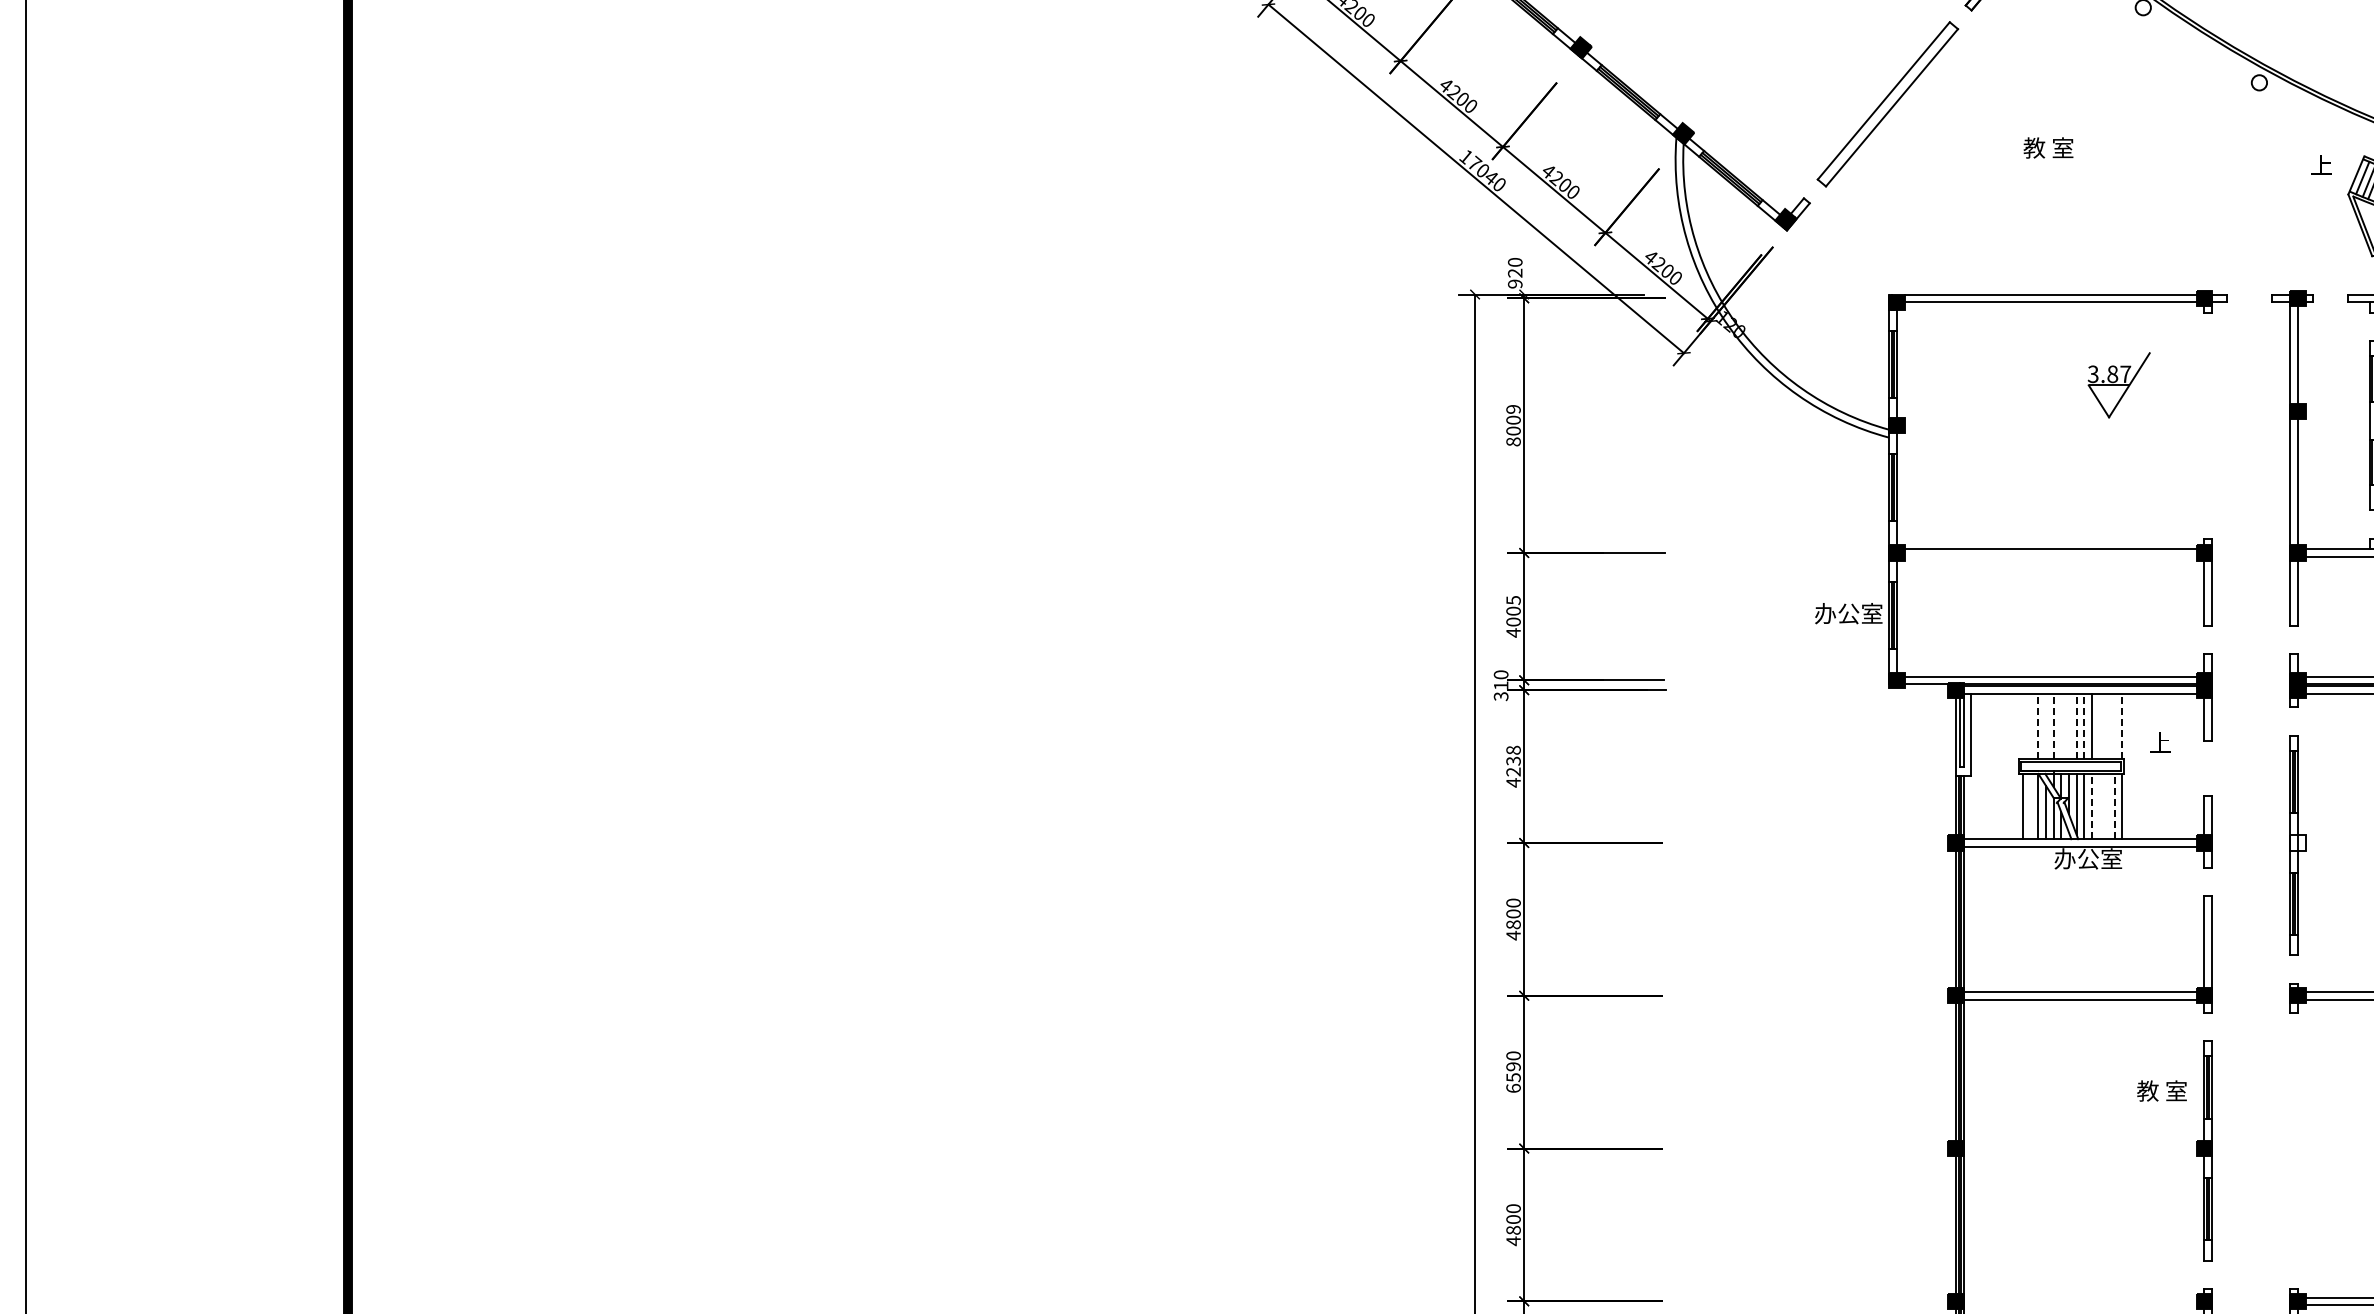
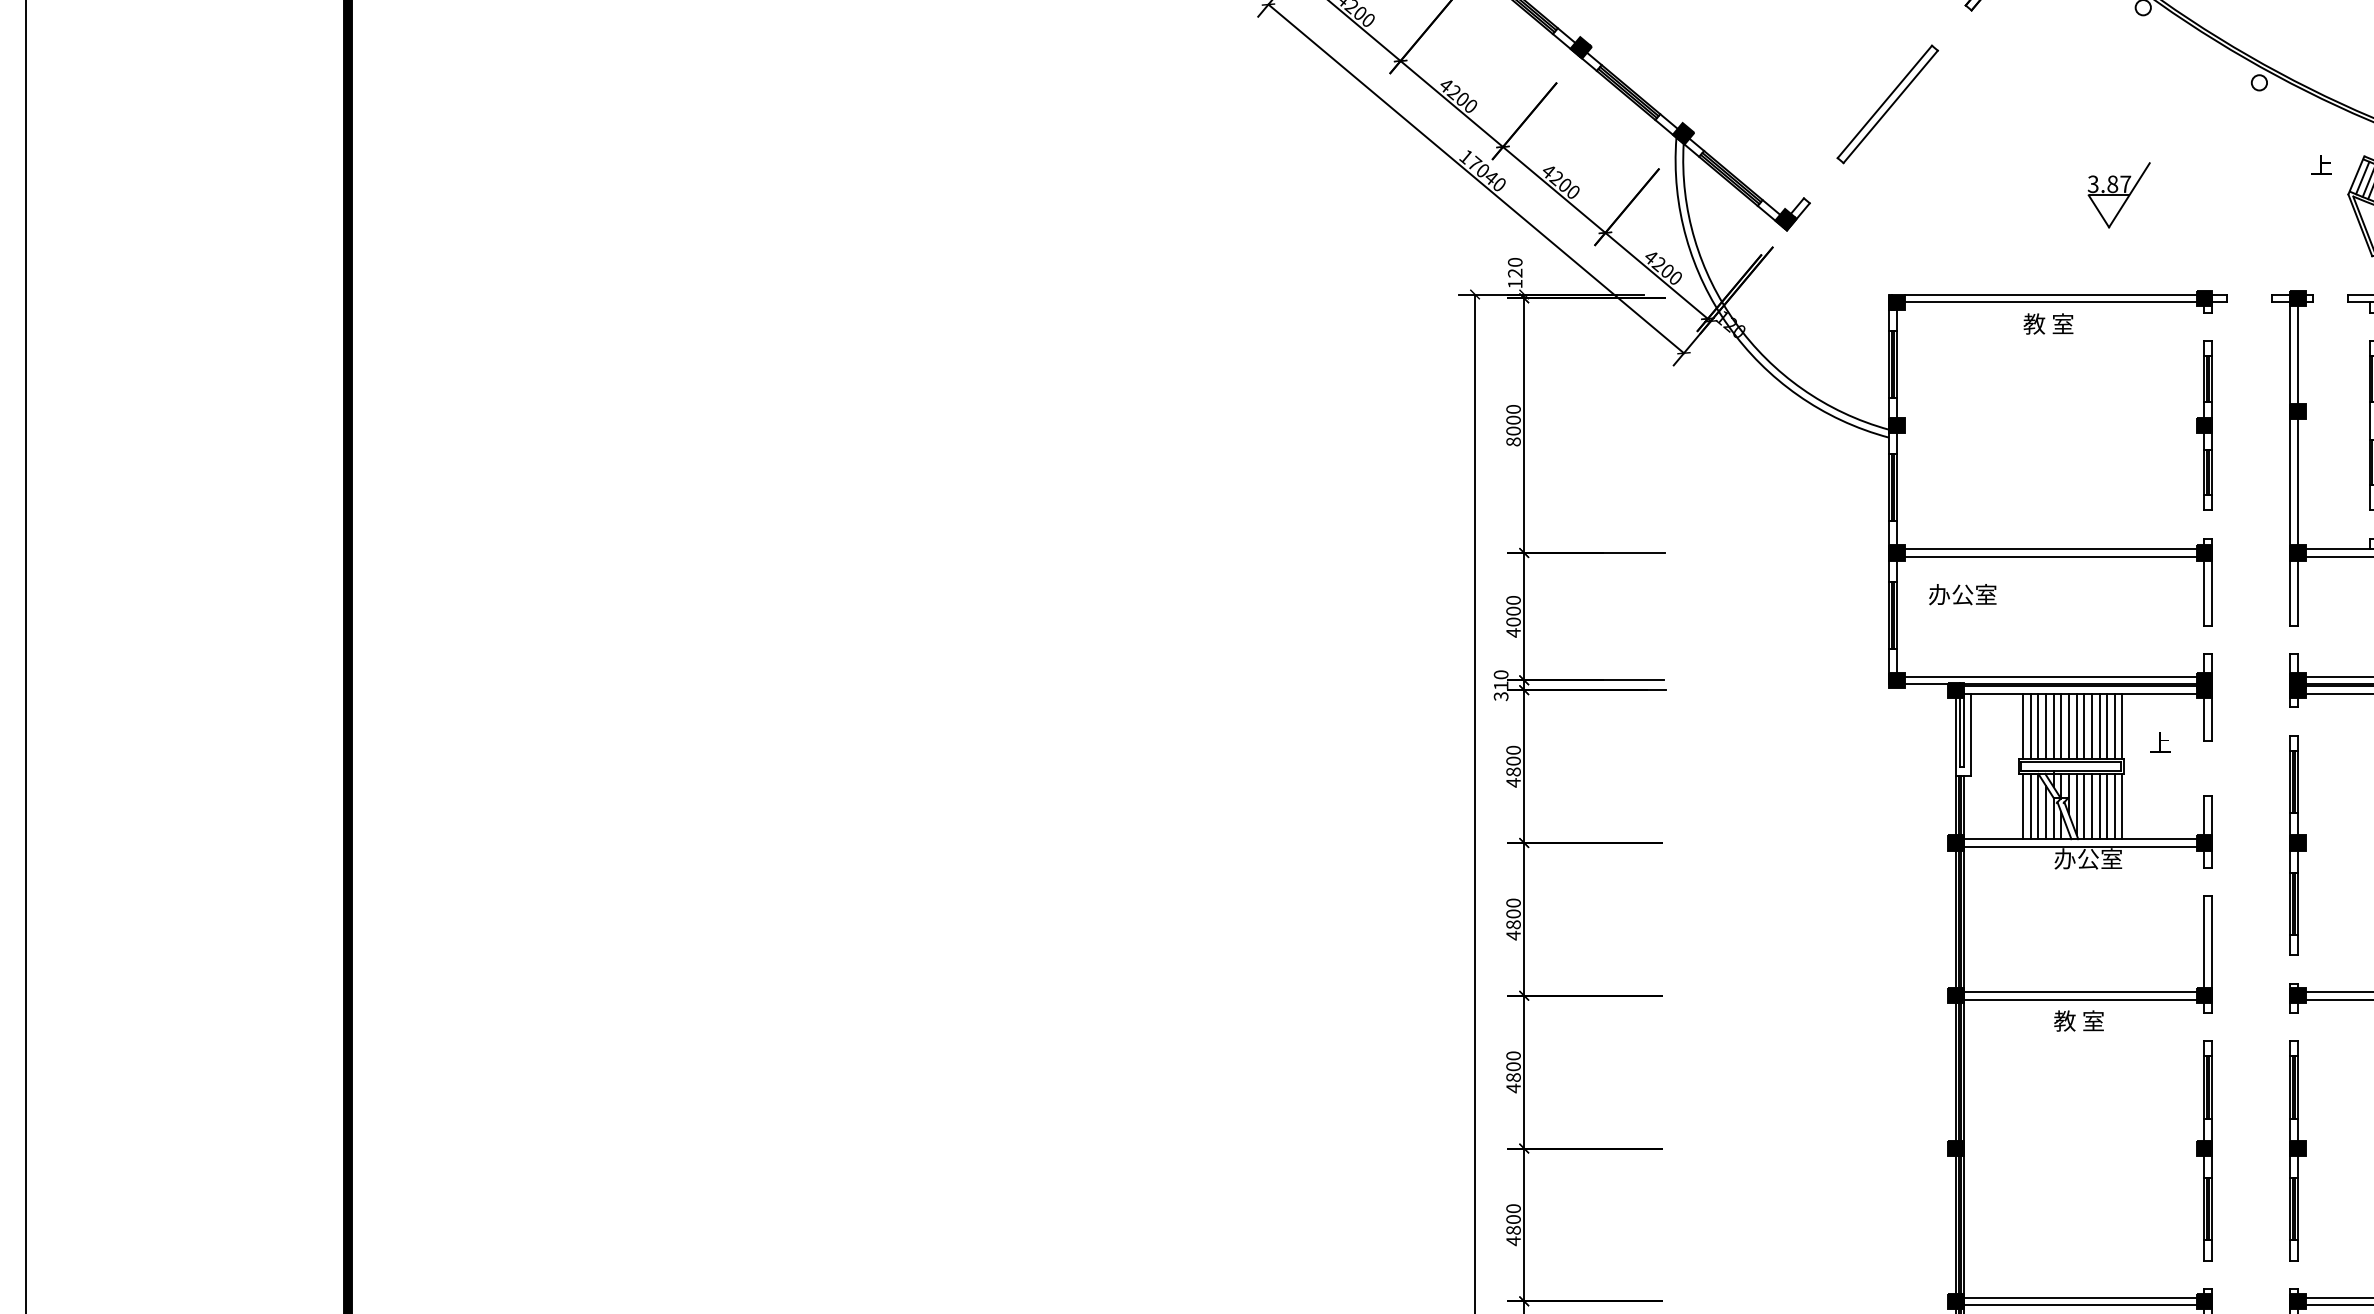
part at (1887, 104) size: 144x167 px -> 103x121 px
text at (2048, 147) position: (2048, 147) -> (2048, 323)
text at (1514, 283): 920 -> 120
part at (2118, 385) position: (2118, 385) -> (2118, 195)
text at (1513, 409): 8009 -> 8000
part at (2204, 425): none -> present
line at (2058, 556): none -> present
text at (1513, 600): 4005 -> 4000
text at (1848, 613) position: (1848, 613) -> (1962, 594)
line at (2023, 726): none -> present
line at (2030, 726): none -> present
line at (2038, 726): dashed -> solid
line at (2046, 726): none -> present
line at (2053, 726): dashed -> solid
line at (2061, 726): none -> present
line at (2068, 726): none -> present
line at (2076, 726): dashed -> solid
line at (2084, 726): dashed -> solid
line at (2099, 726): none -> present
line at (2107, 726): none -> present
line at (2114, 726): none -> present
line at (2122, 726): dashed -> solid
text at (1513, 760): 4238 -> 4800
line at (2030, 806): none -> present
line at (2091, 806): dashed -> solid
line at (2099, 806): none -> present
line at (2107, 806): none -> present
line at (2114, 806): dashed -> solid
fill at (2297, 842): none -> present
text at (1513, 1077): 6590 -> 4800
text at (2161, 1090) position: (2161, 1090) -> (2078, 1020)
part at (2297, 1150): none -> present
line at (2087, 1297): none -> present
line at (2084, 1305): none -> present
